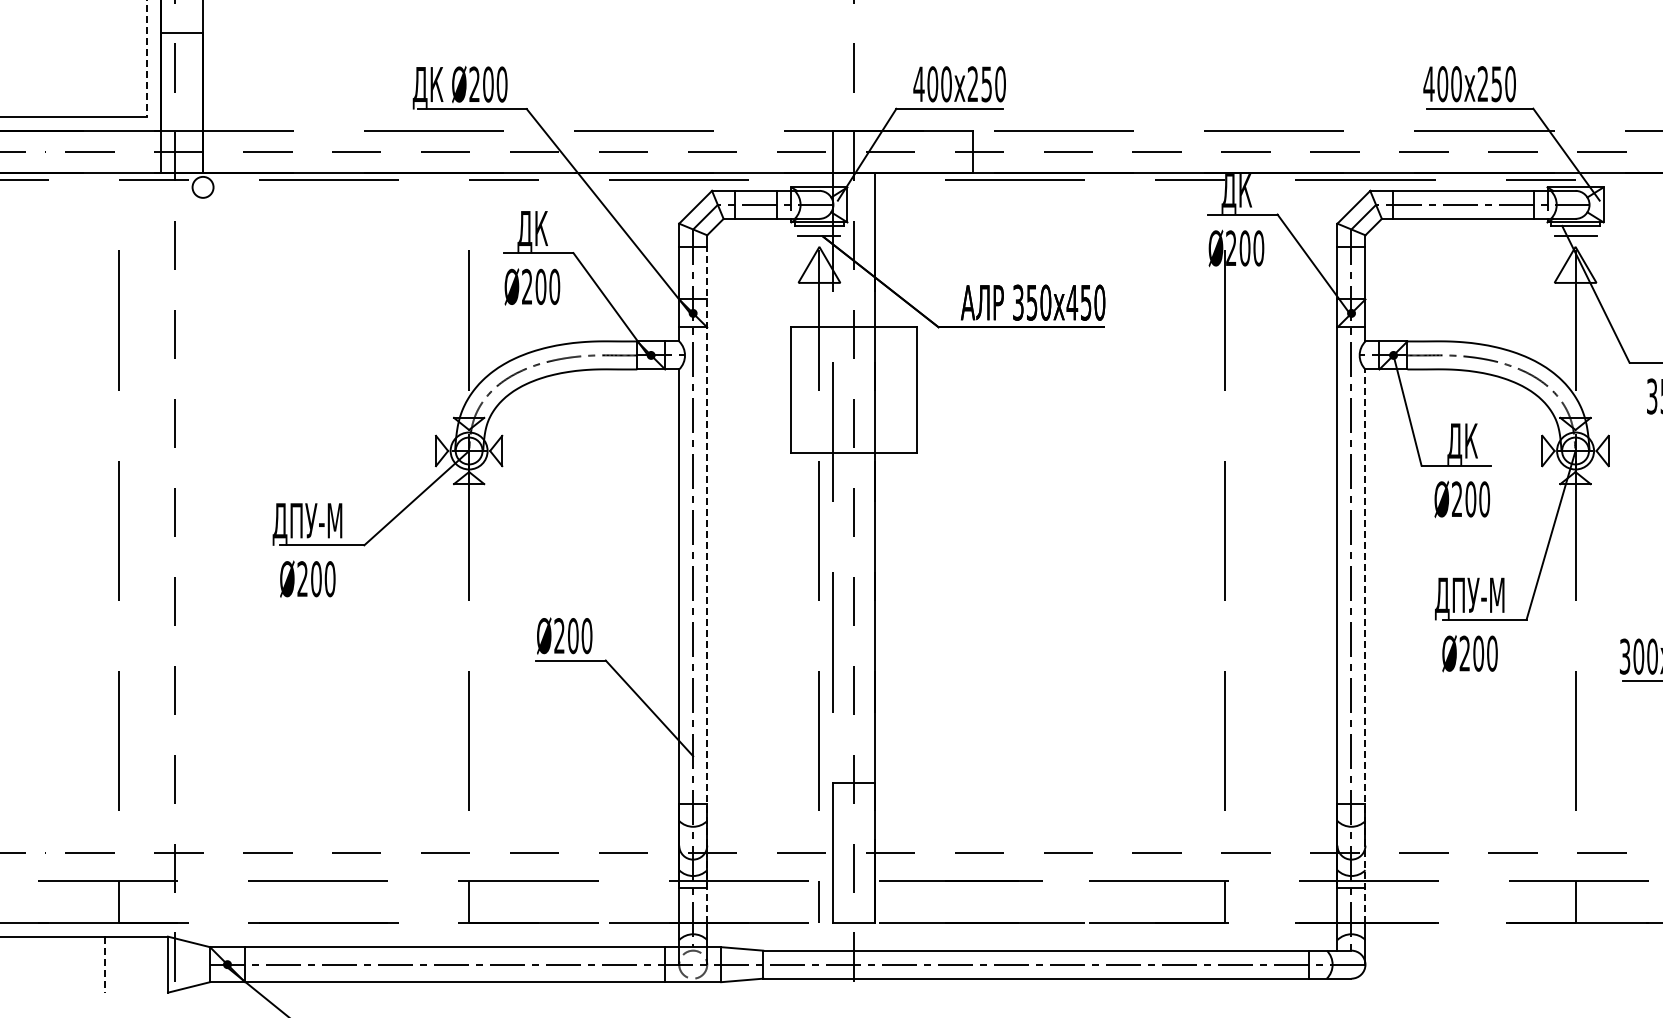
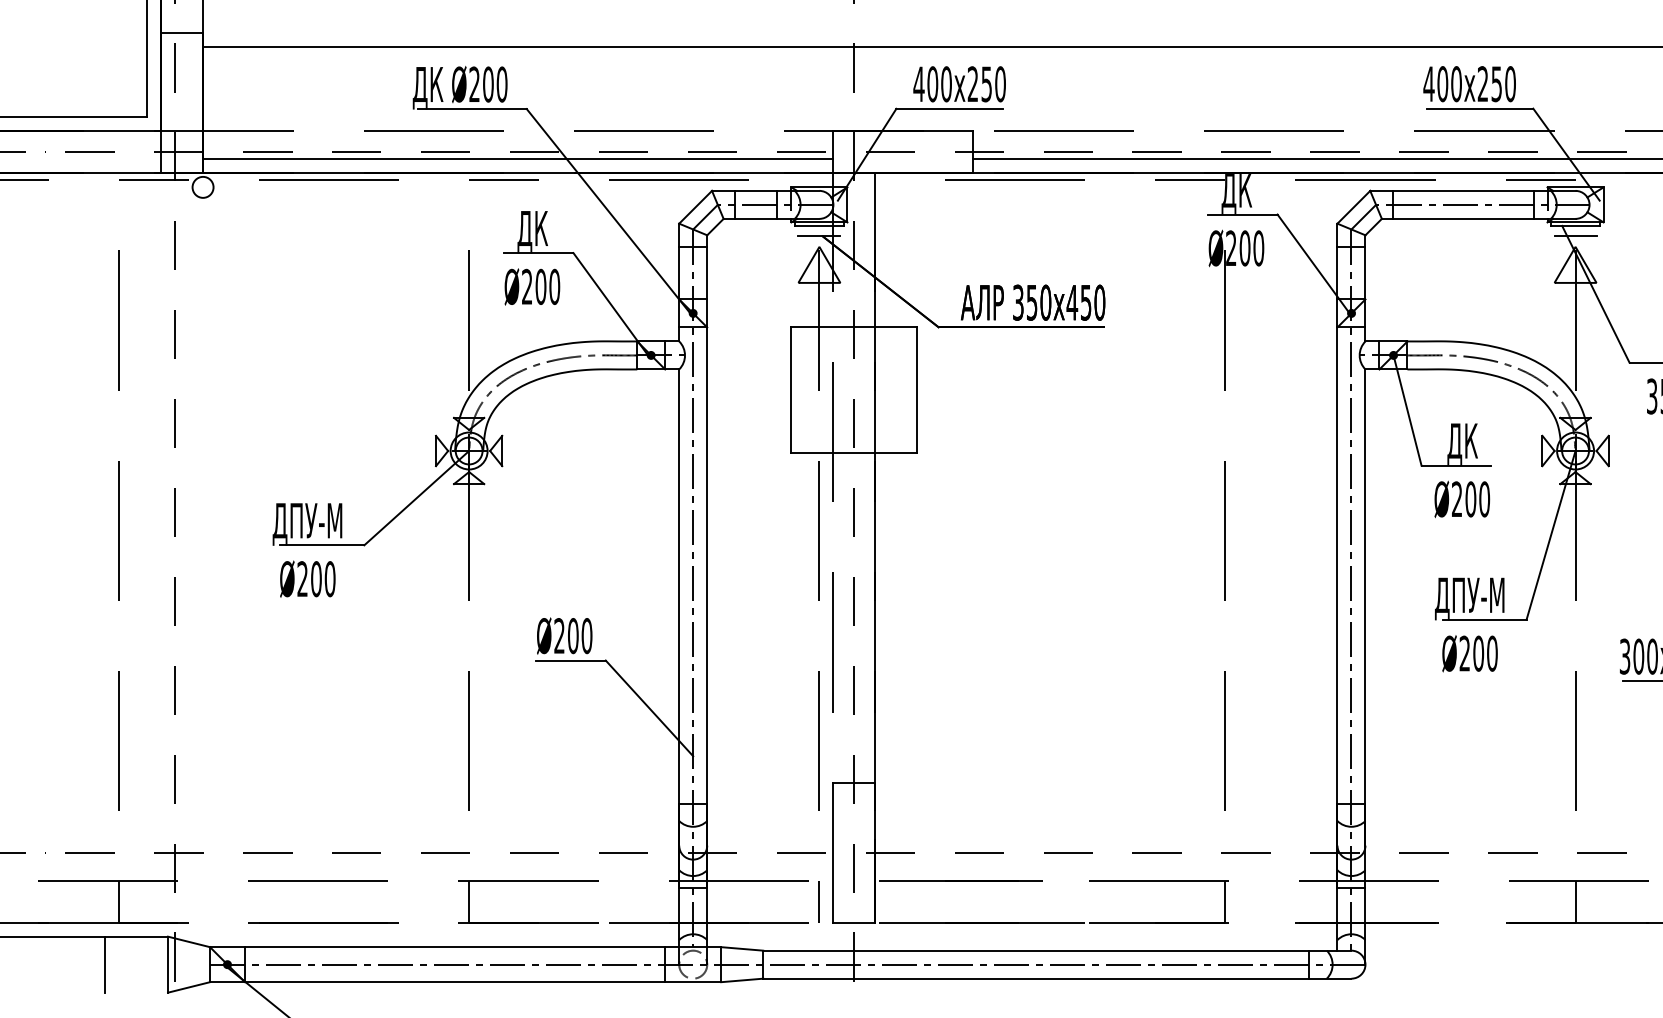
line at (931, 47): none -> present
line at (147, 59): dashed -> solid
line at (518, 159): none -> present
line at (1316, 159): none -> present
line at (707, 584): dashed -> solid
line at (1365, 646): dashed -> solid
line at (105, 965): dashed -> solid
